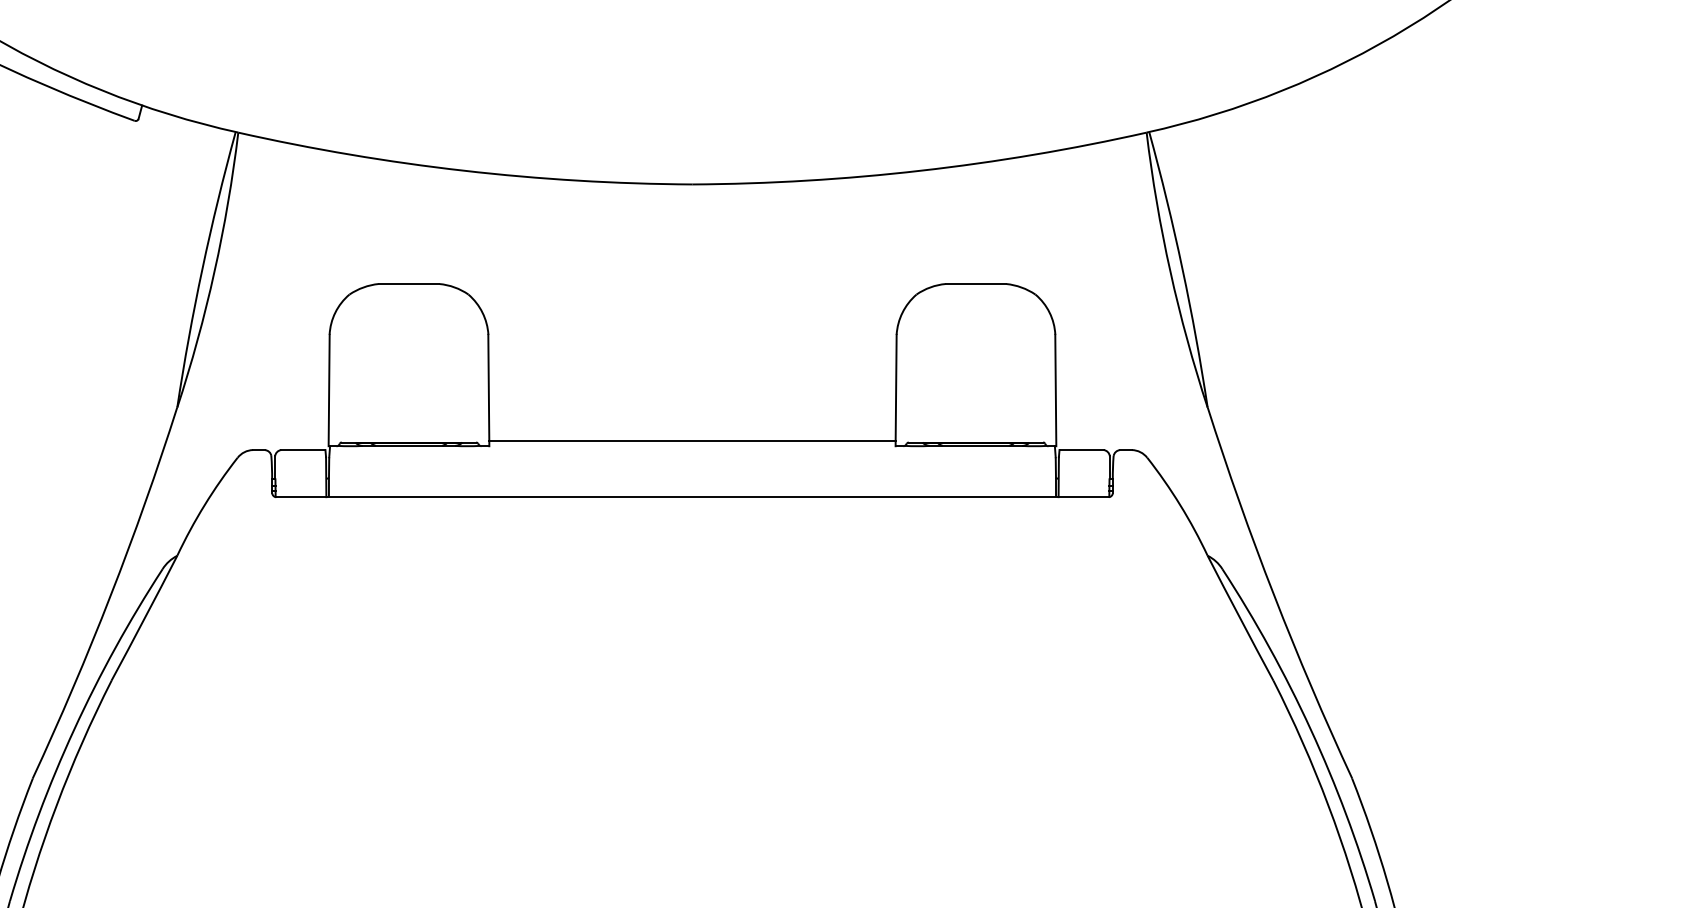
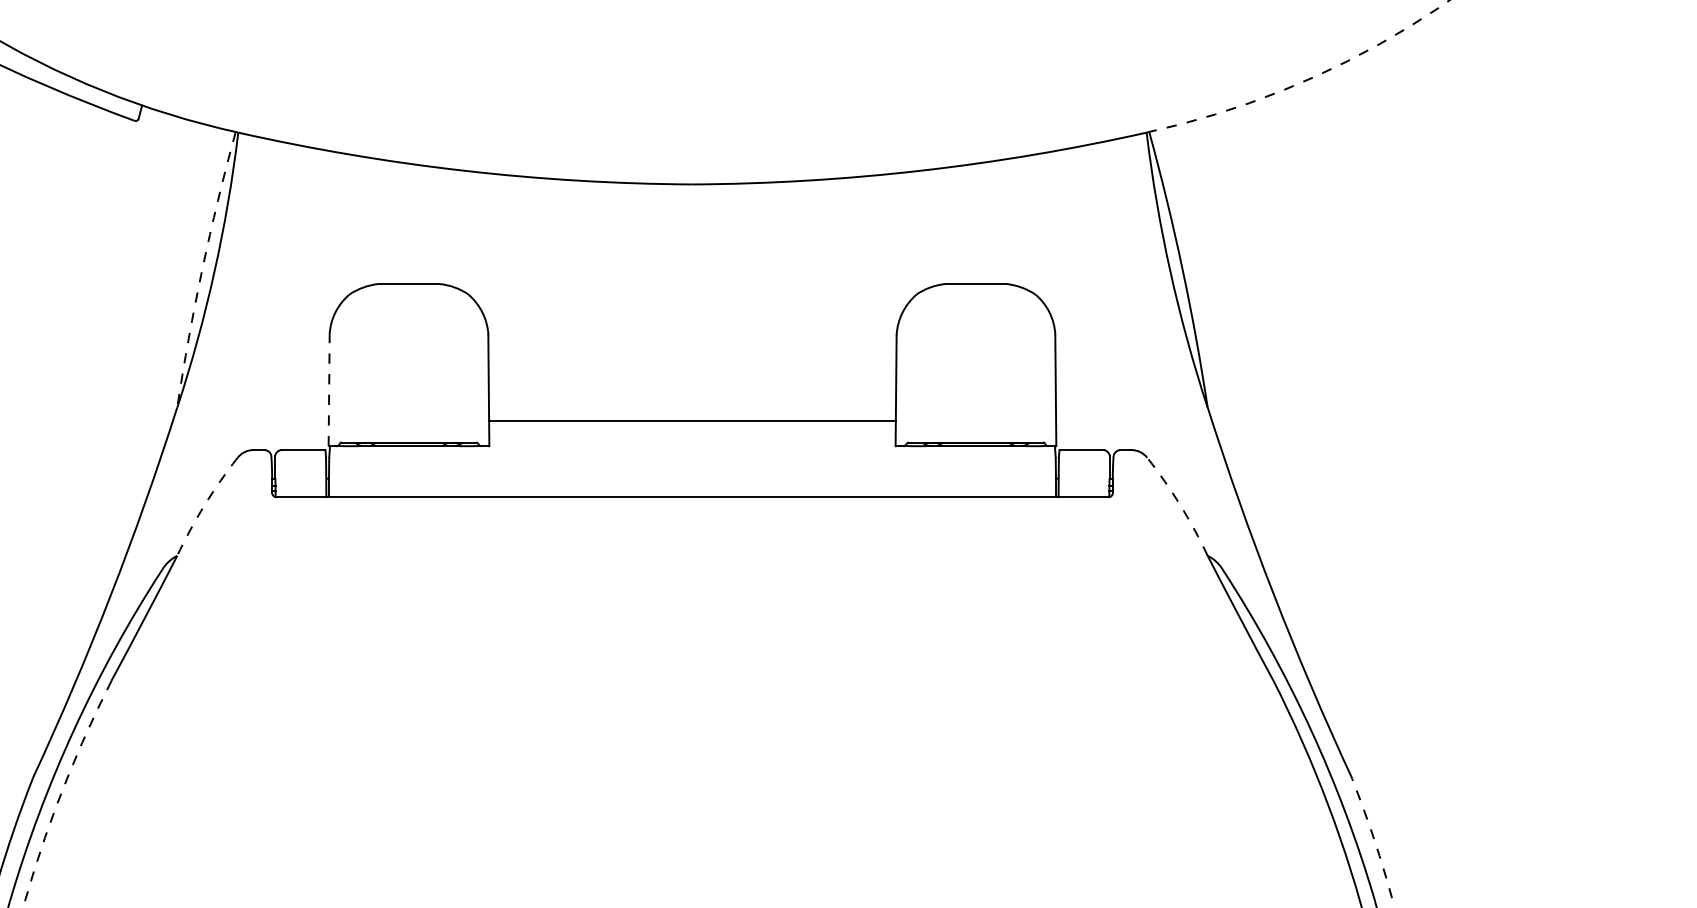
arc at (1306, 80): solid -> dashed
arc at (202, 268): solid -> dashed
line at (329, 390): solid -> dashed
line at (692, 440) position: (692, 440) -> (692, 420)
arc at (204, 505): solid -> dashed
arc at (1180, 505): solid -> dashed
arc at (62, 791): solid -> dashed
arc at (1374, 842): solid -> dashed
